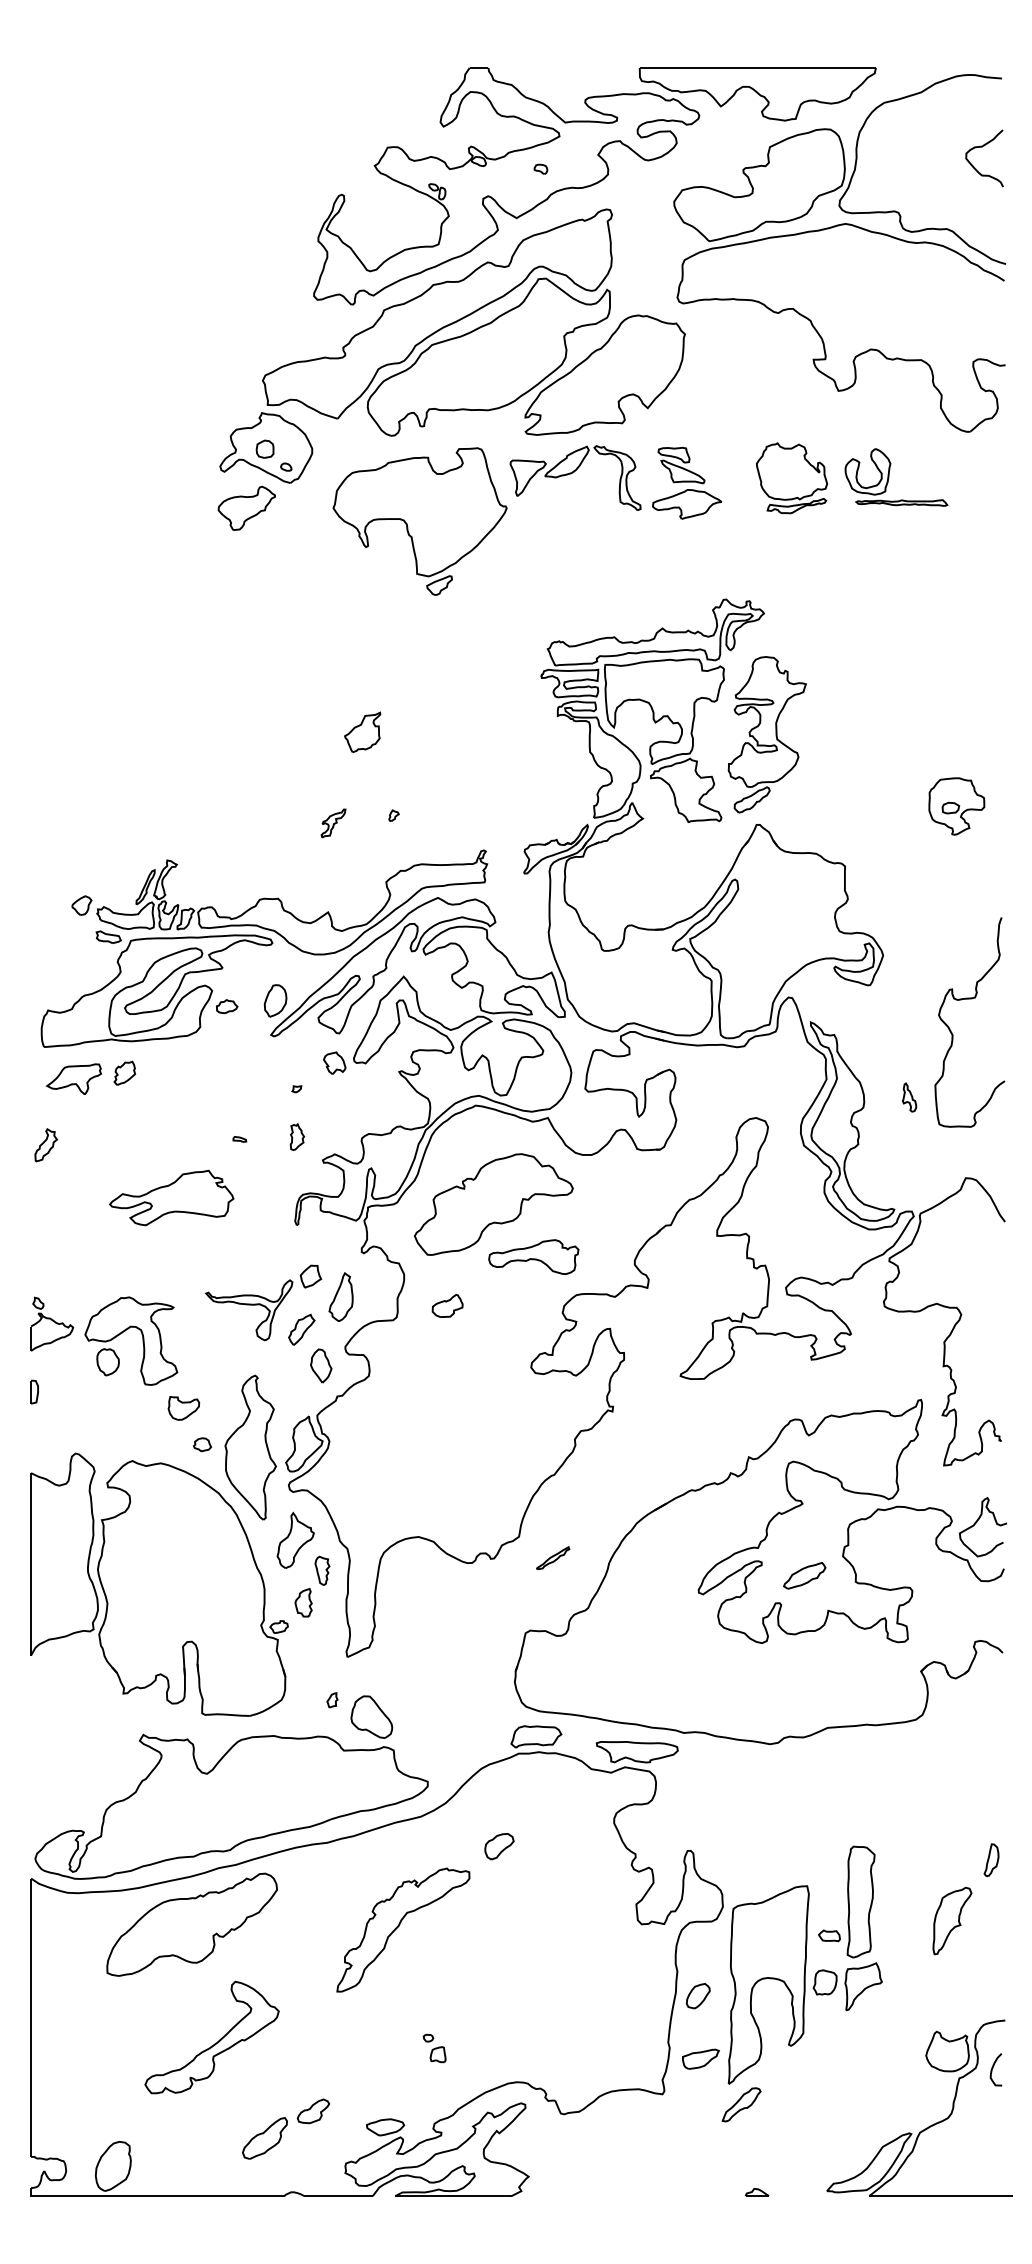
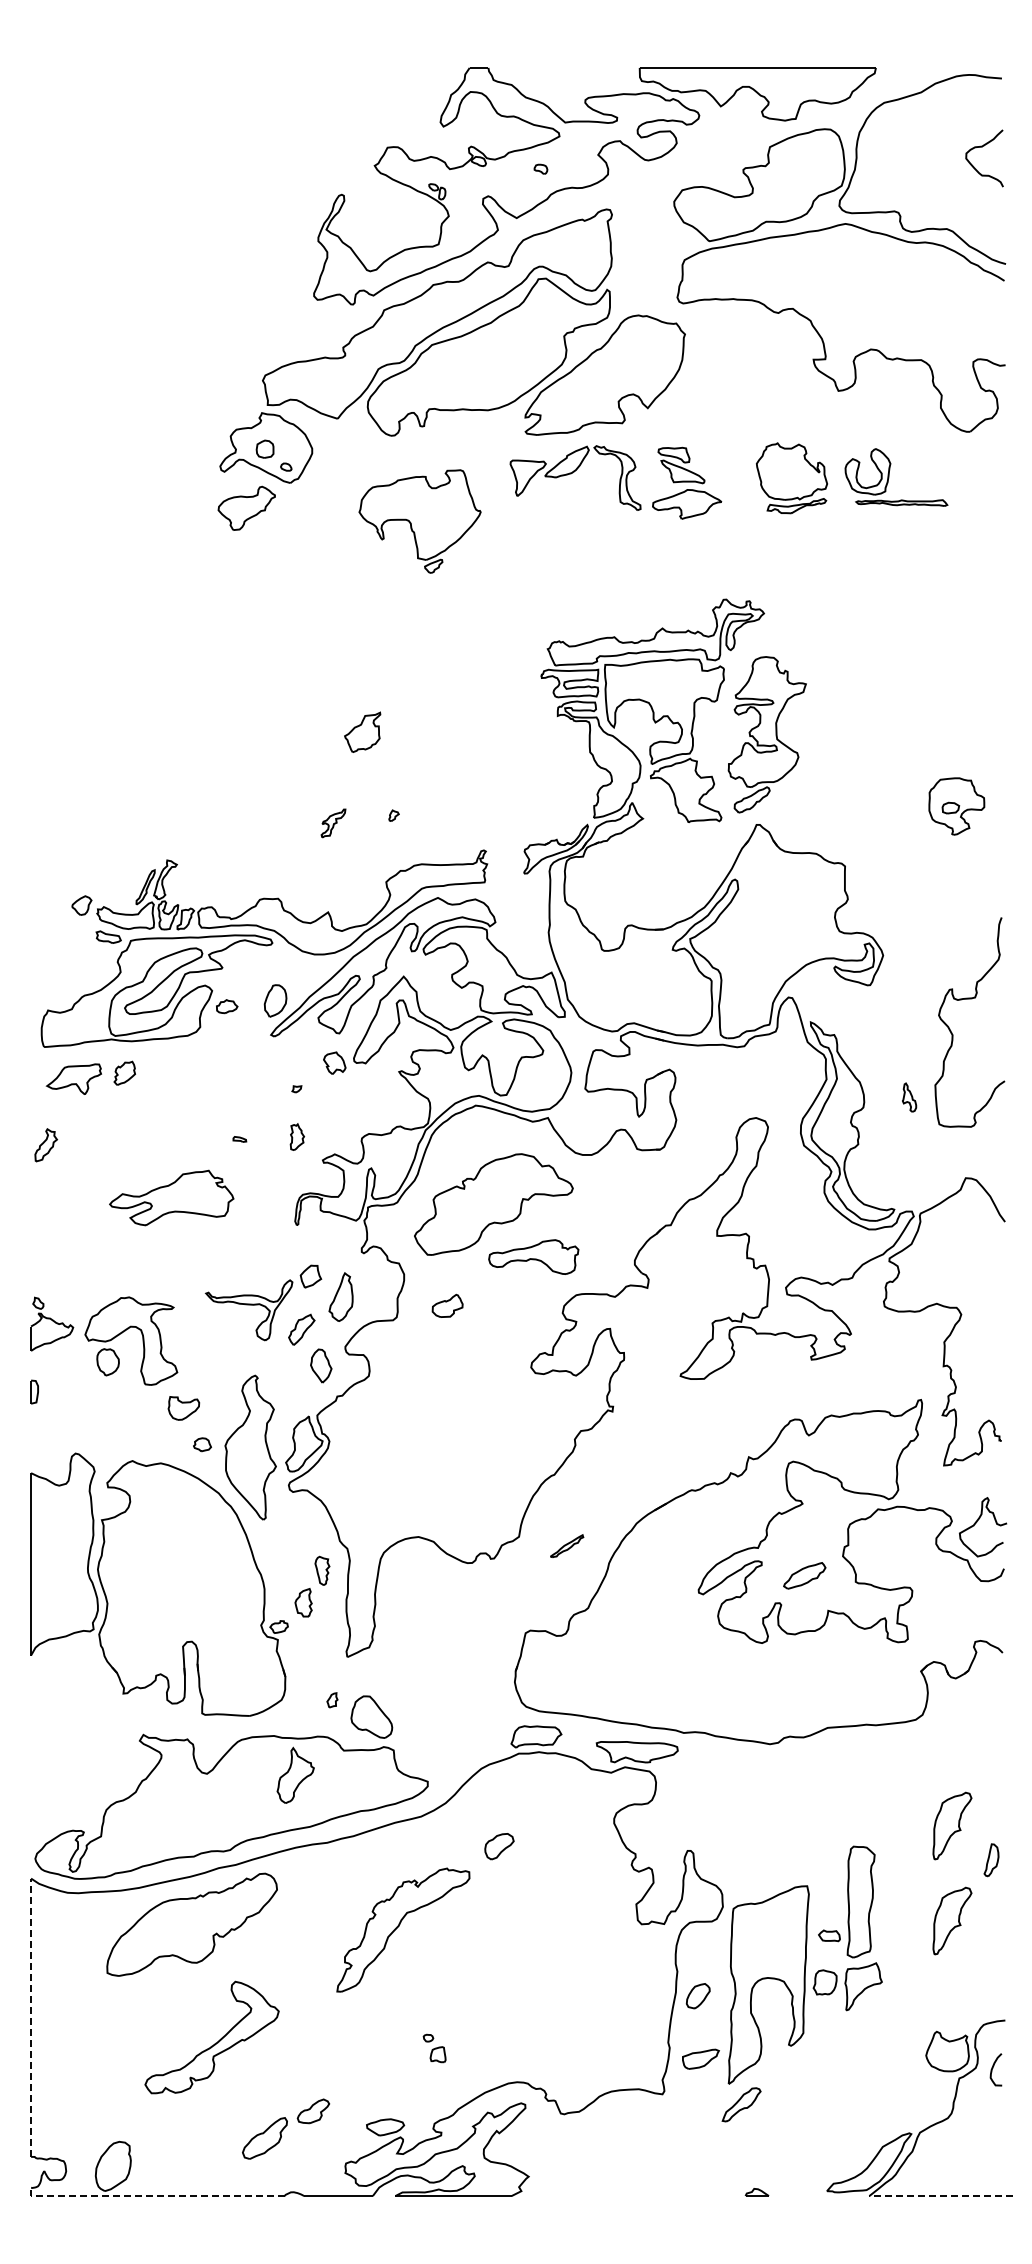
part at (419, 521) size: 176x149 px -> 124x105 px
part at (295, 1539) position: (295, 1539) -> (295, 1774)
part at (553, 1557) position: (553, 1557) -> (567, 1545)
part at (952, 1825): none -> present
line at (31, 2017): solid -> dashed
line at (152, 2196): solid -> dashed
line at (940, 2196): solid -> dashed
